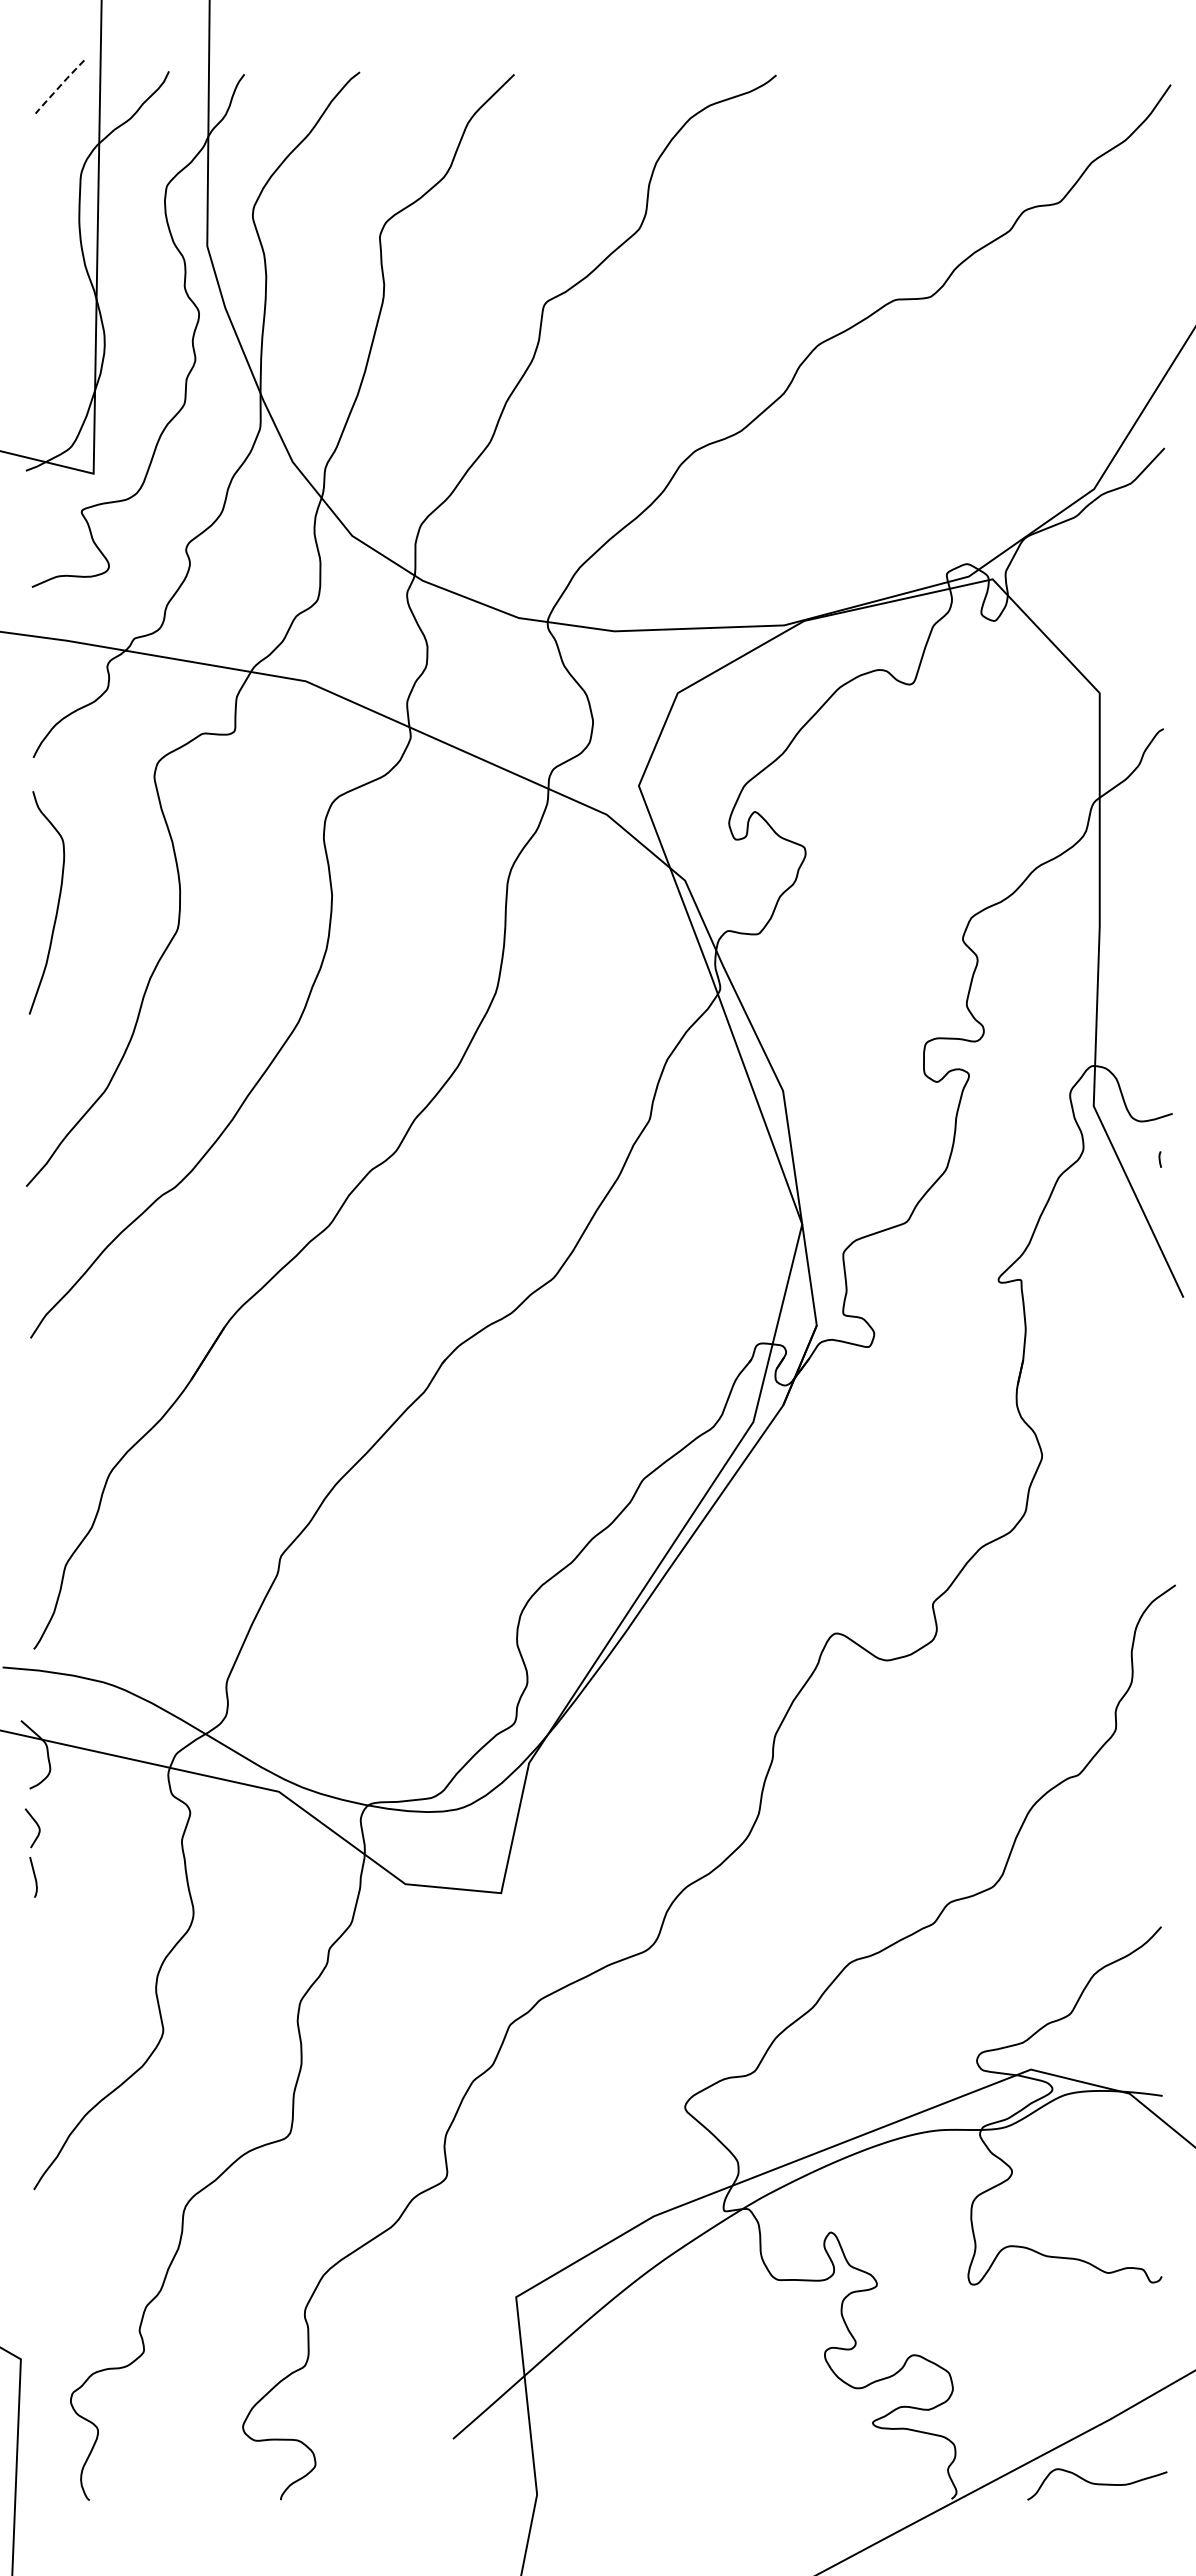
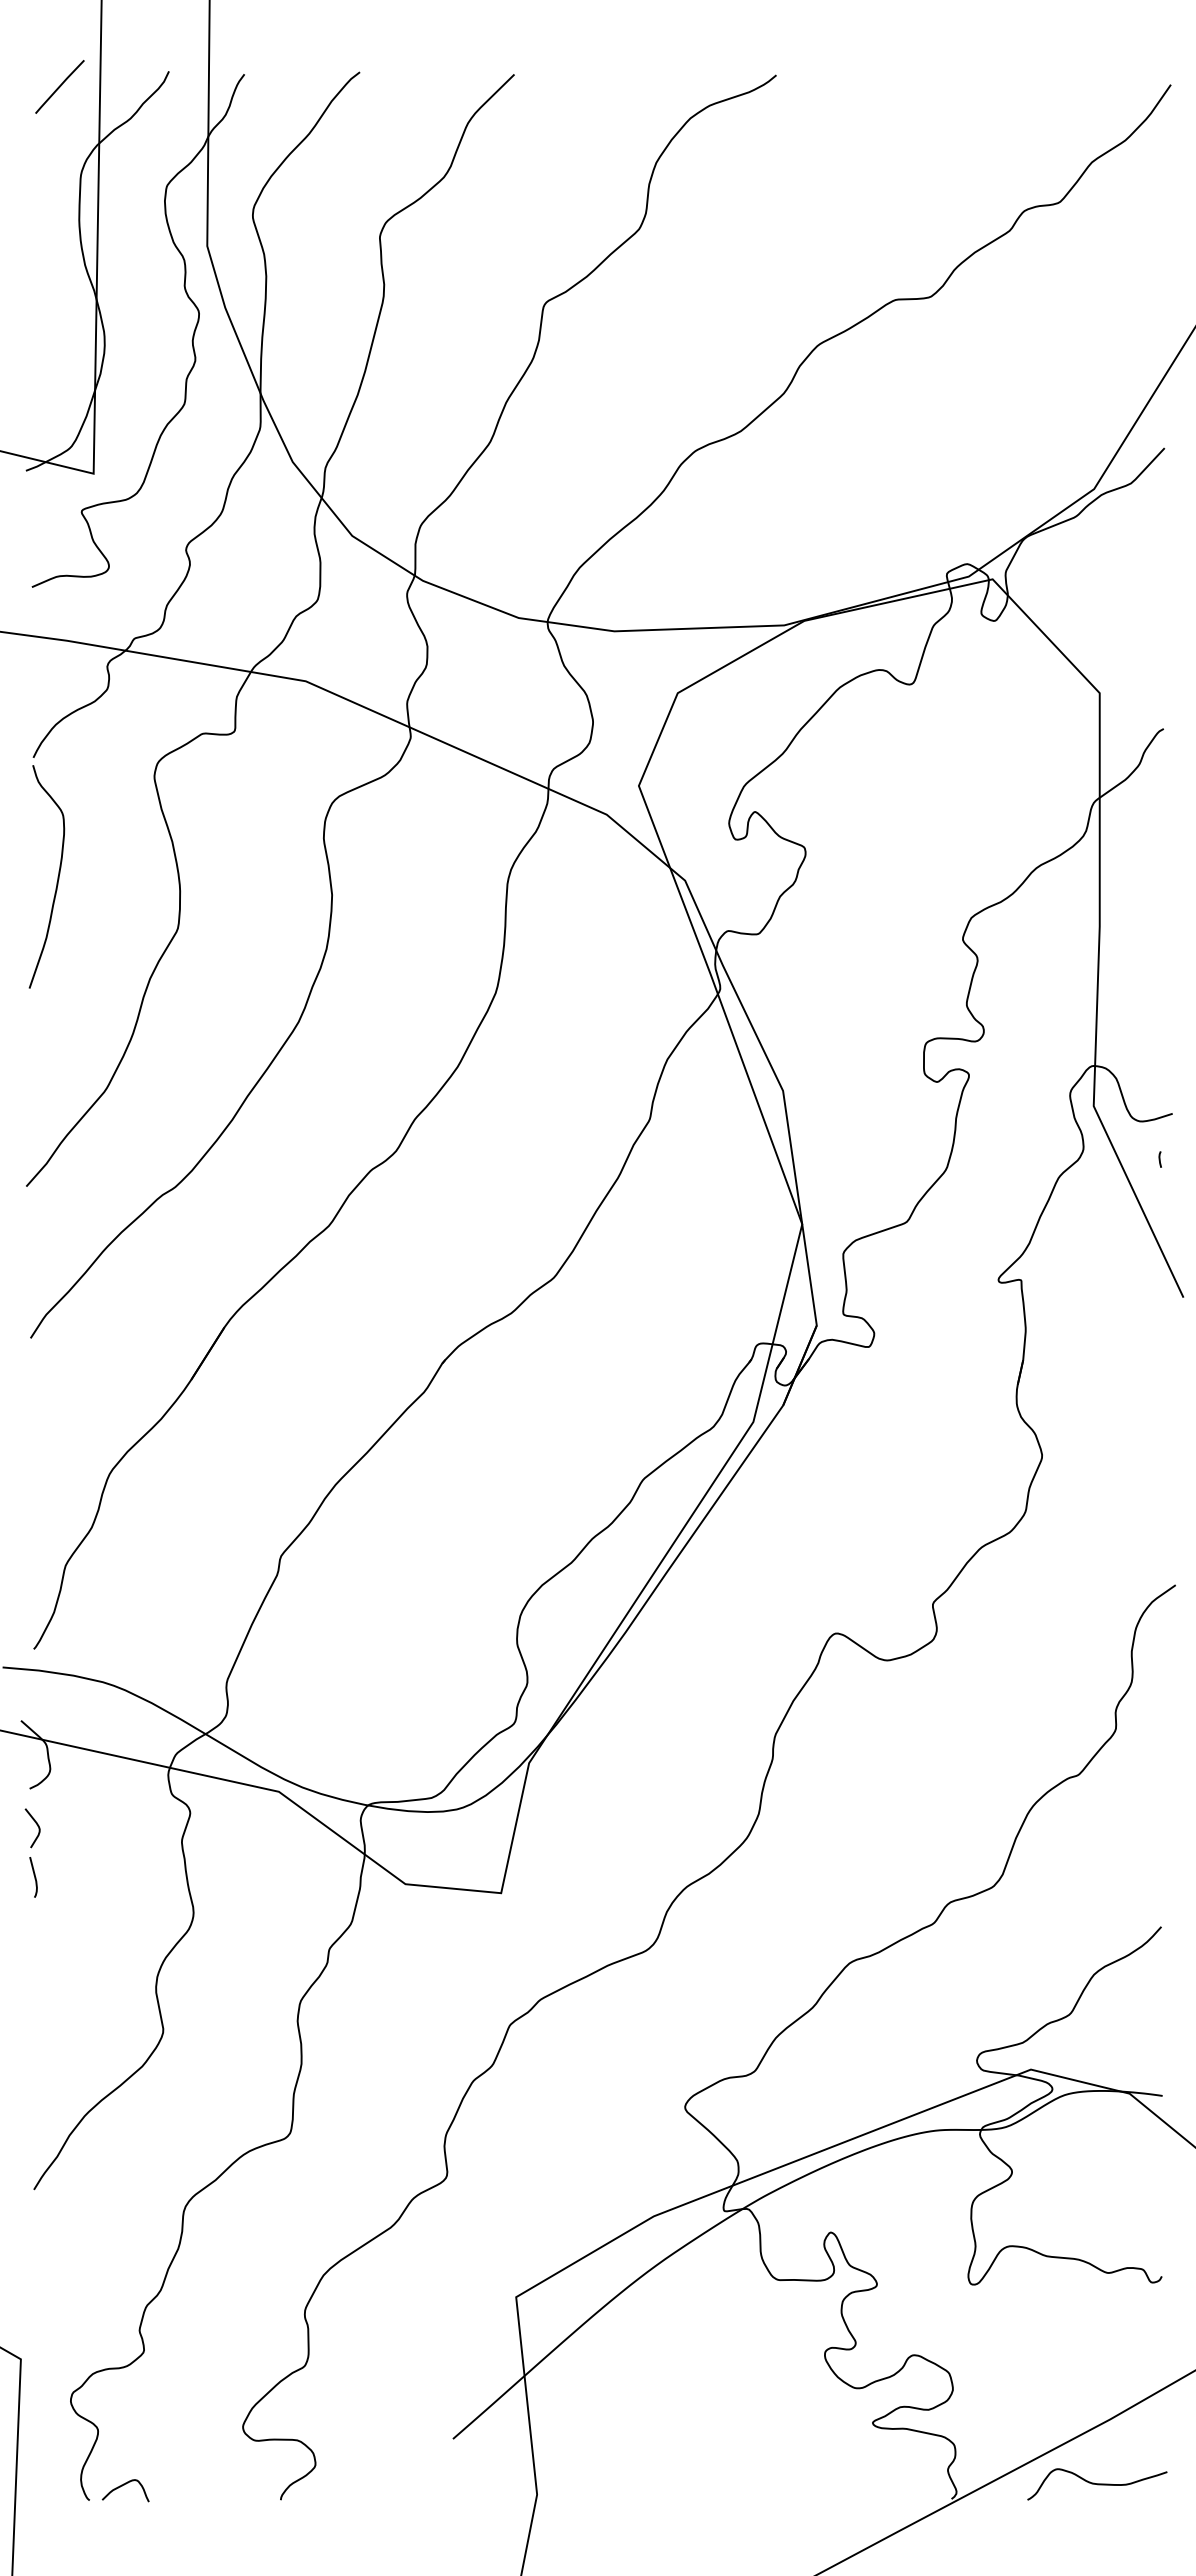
line at (59, 86): dashed -> solid
curve at (57, 902) position: (57, 902) -> (57, 876)
curve at (122, 2486): none -> present
